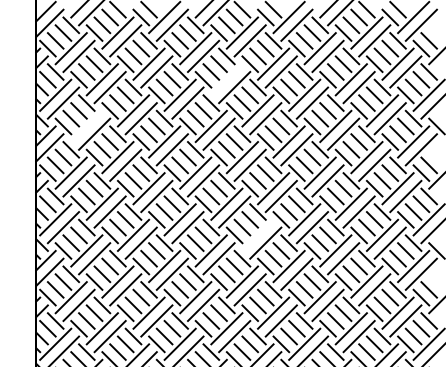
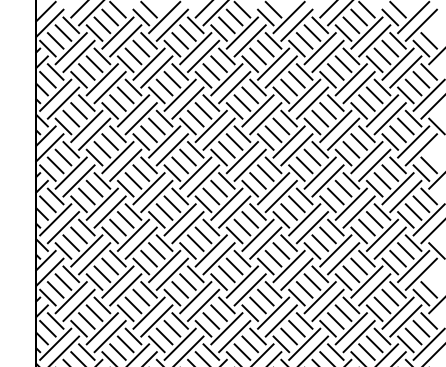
line at (226, 79): none -> present
line at (86, 126): none -> present
line at (257, 234): none -> present
